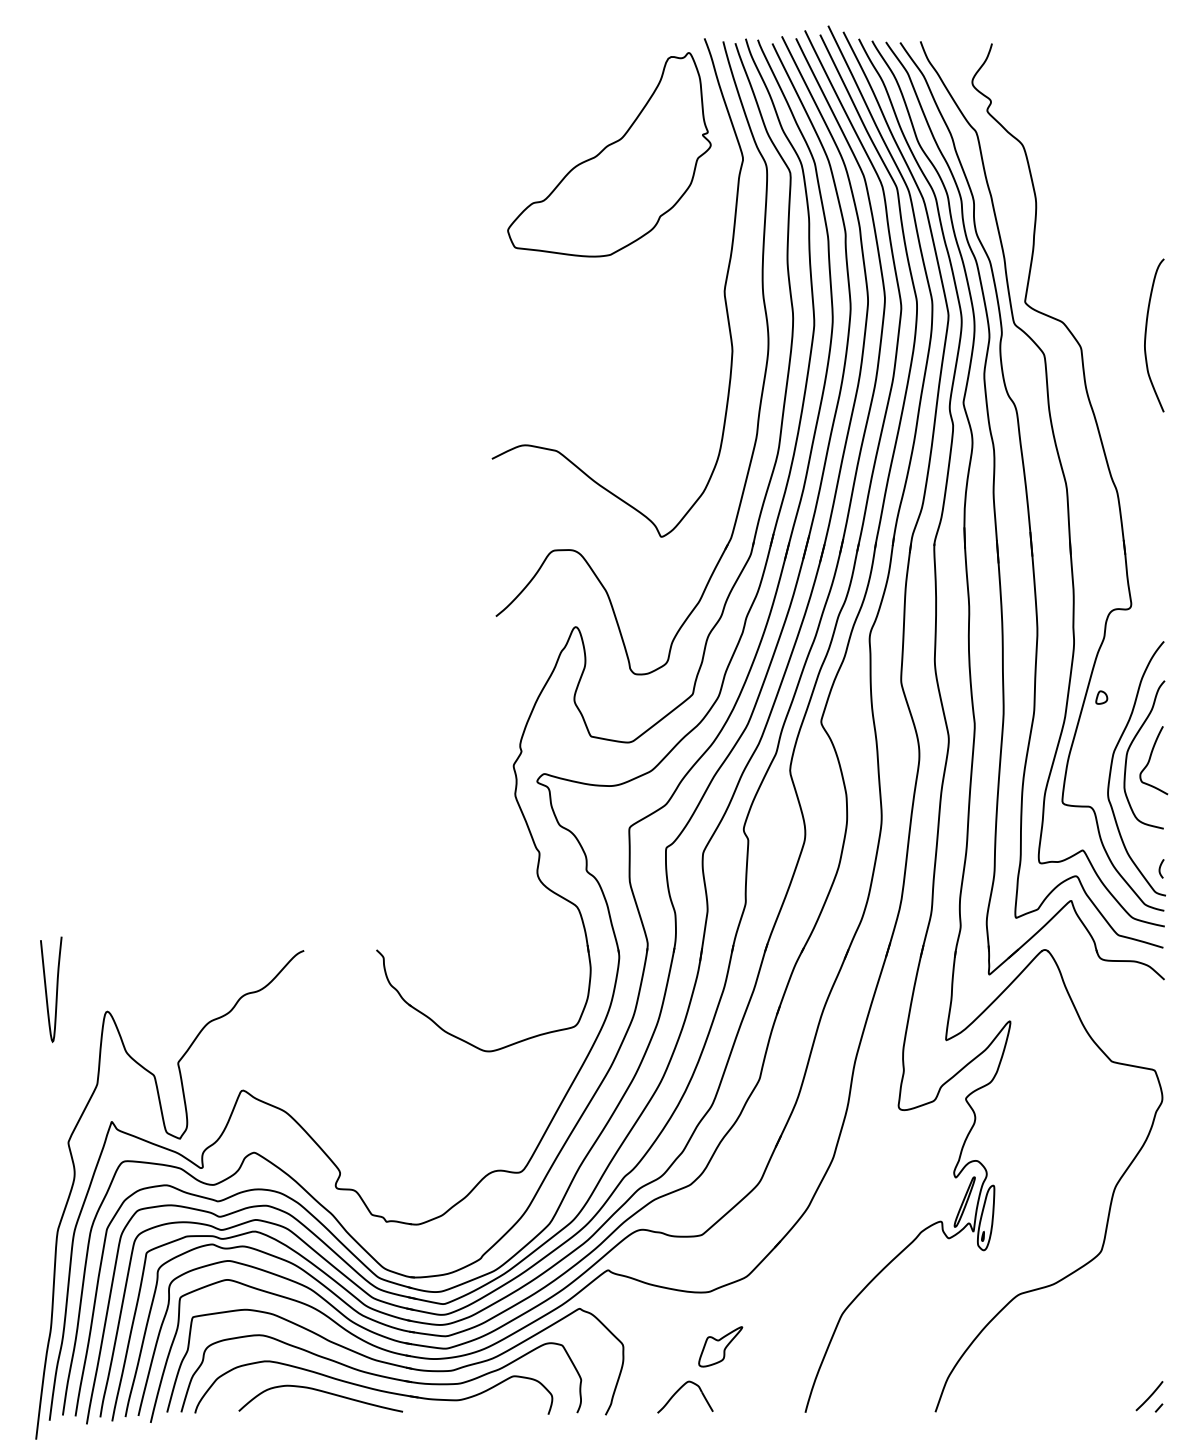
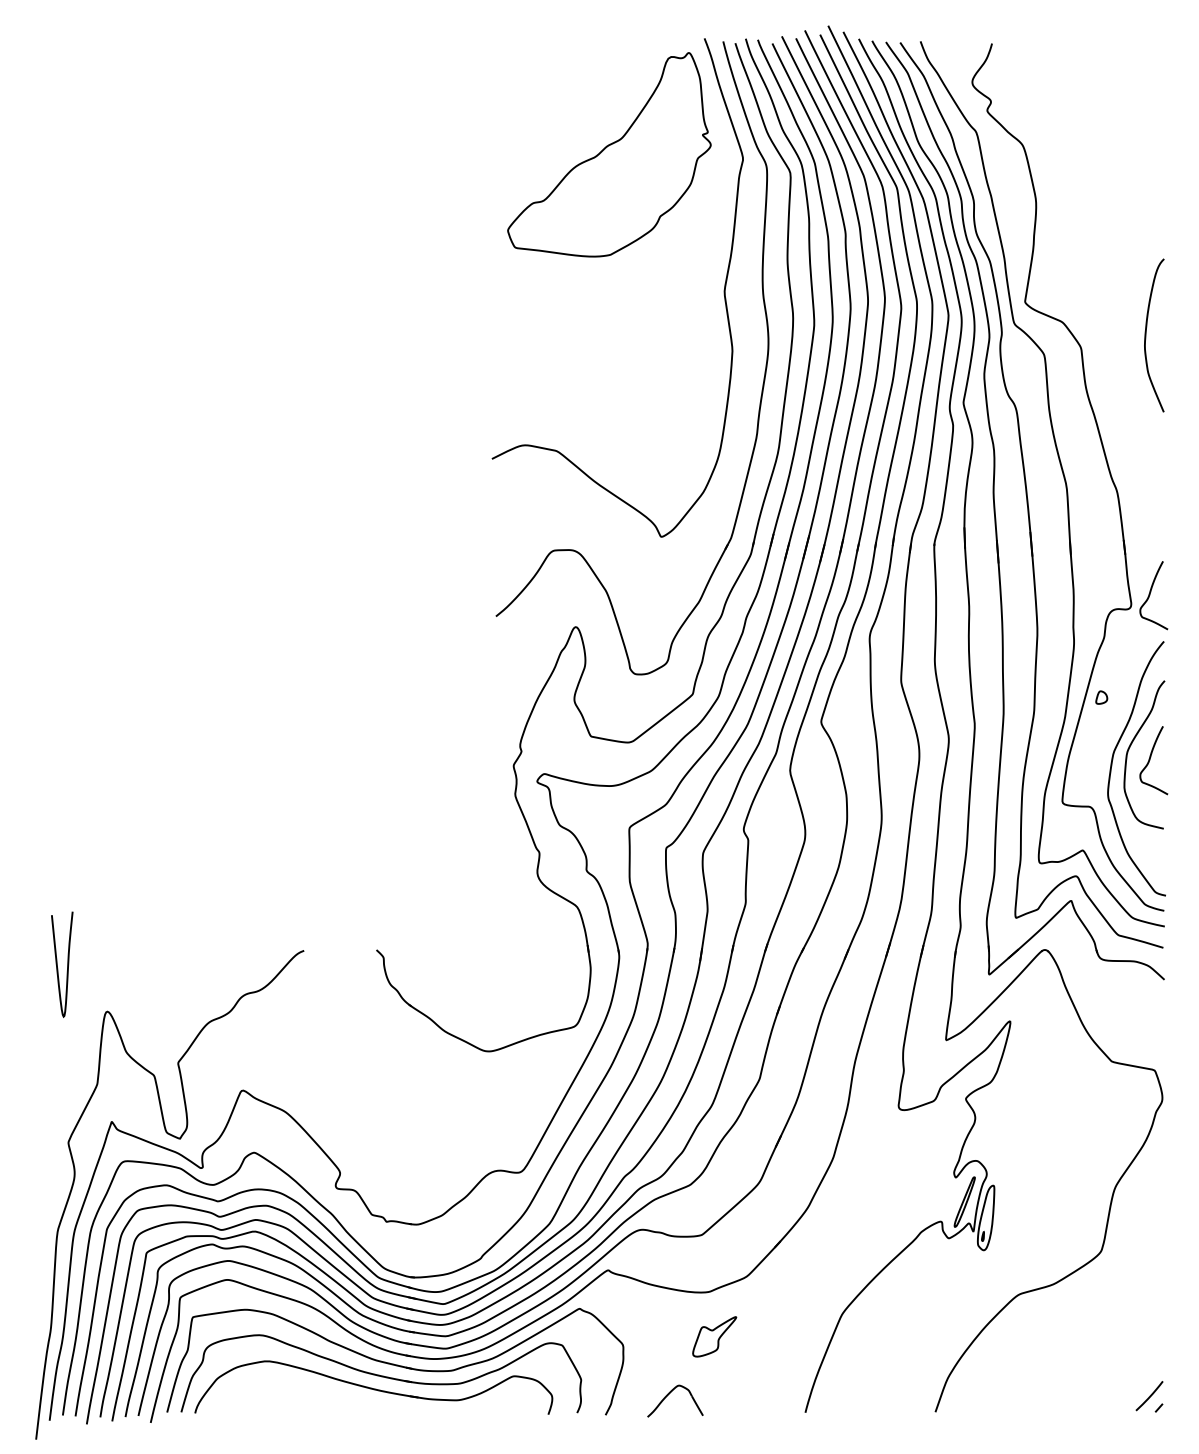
curve at (1150, 595): none -> present
curve at (1160, 868): present -> none
curve at (46, 989) position: (46, 989) -> (57, 964)
part at (720, 1346) position: (720, 1346) -> (714, 1336)
part at (679, 1390) position: (679, 1390) -> (669, 1394)
curve at (322, 1392): present -> none
